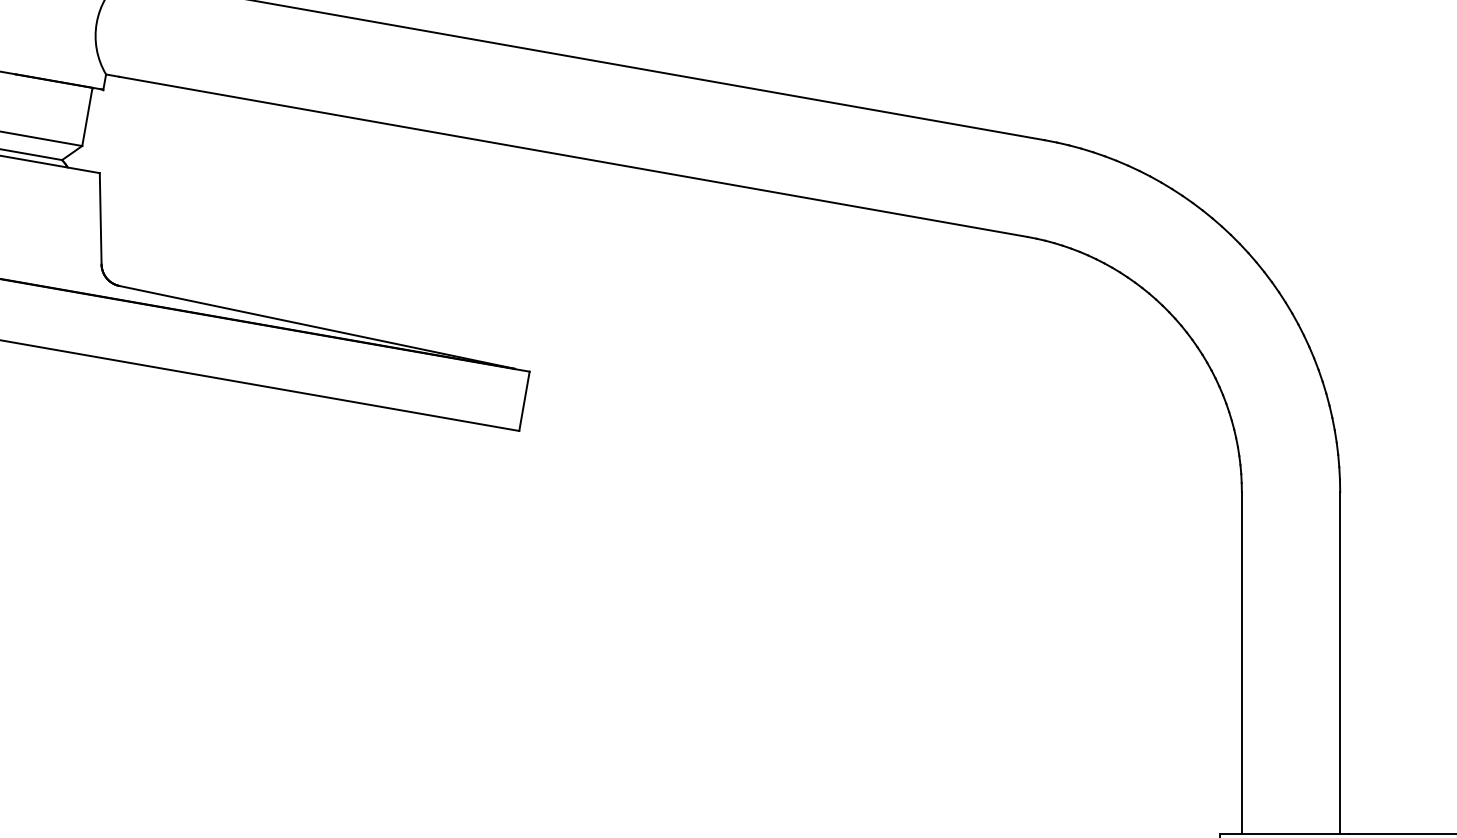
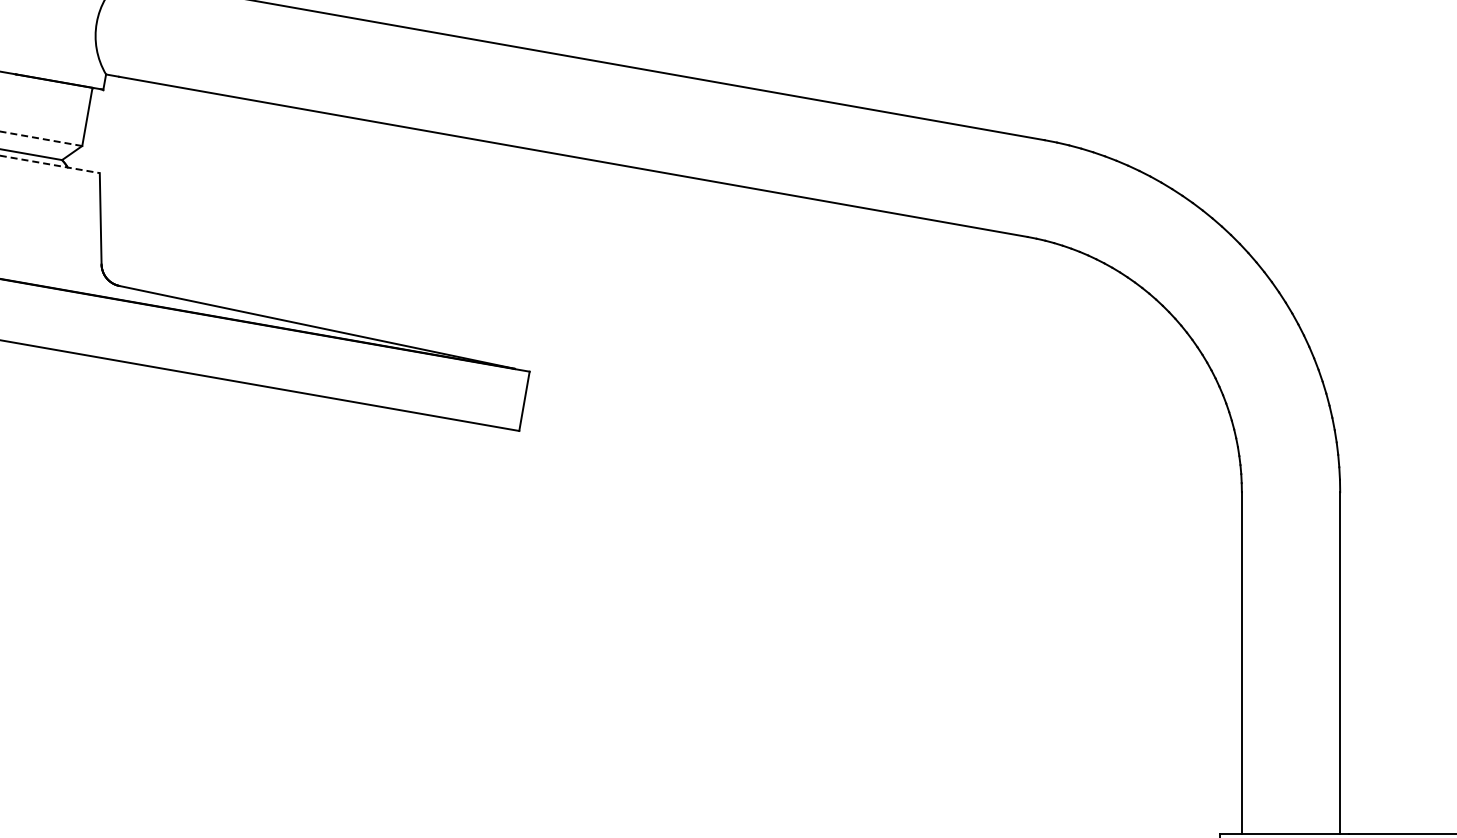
line at (40, 138): solid -> dashed
line at (50, 164): solid -> dashed
